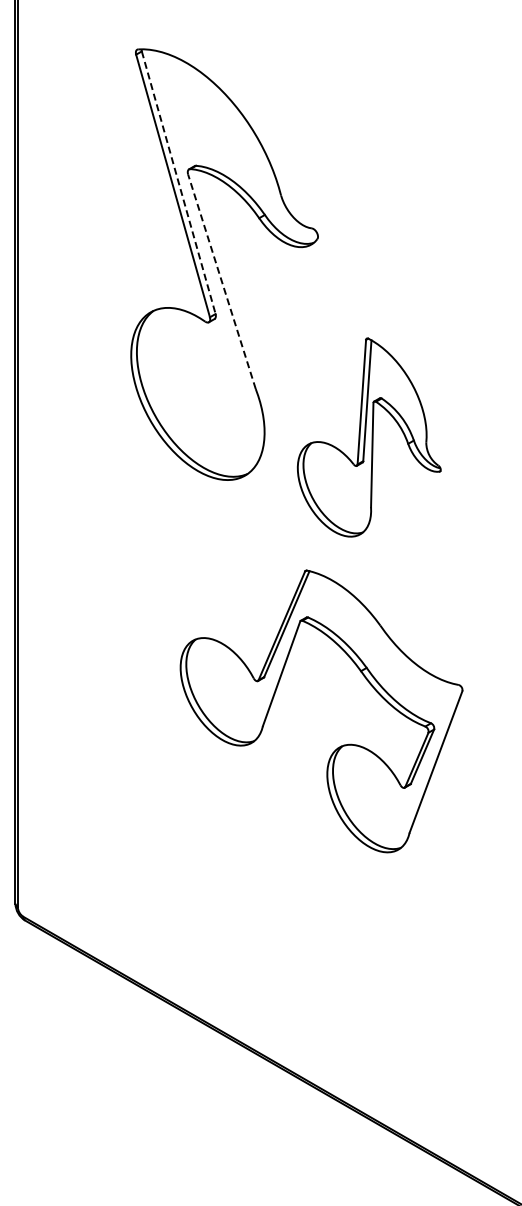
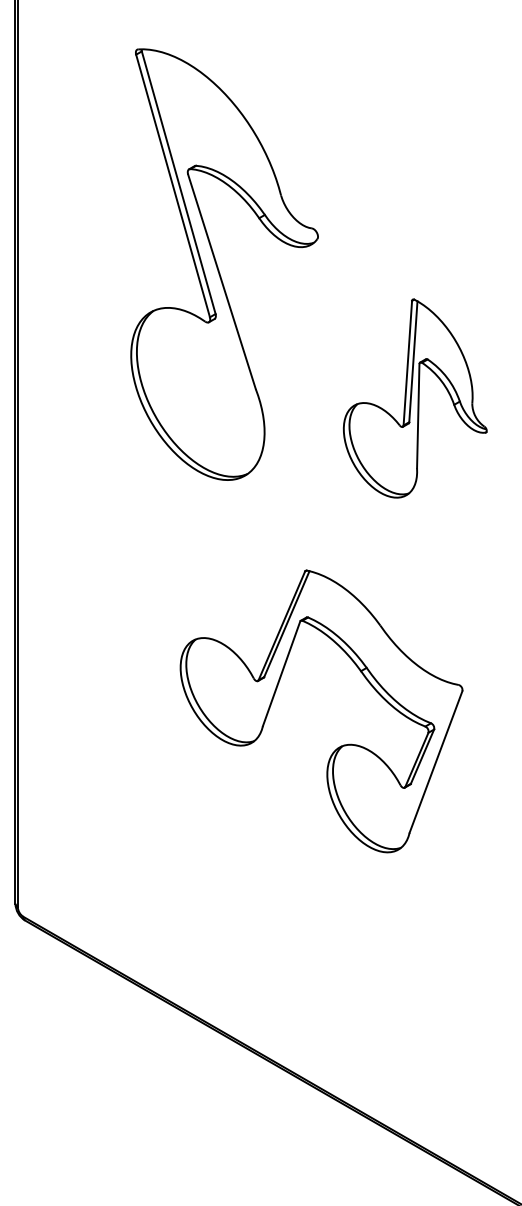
line at (178, 183): dashed -> solid
line at (221, 281): dashed -> solid
part at (368, 437) position: (368, 437) -> (414, 398)
